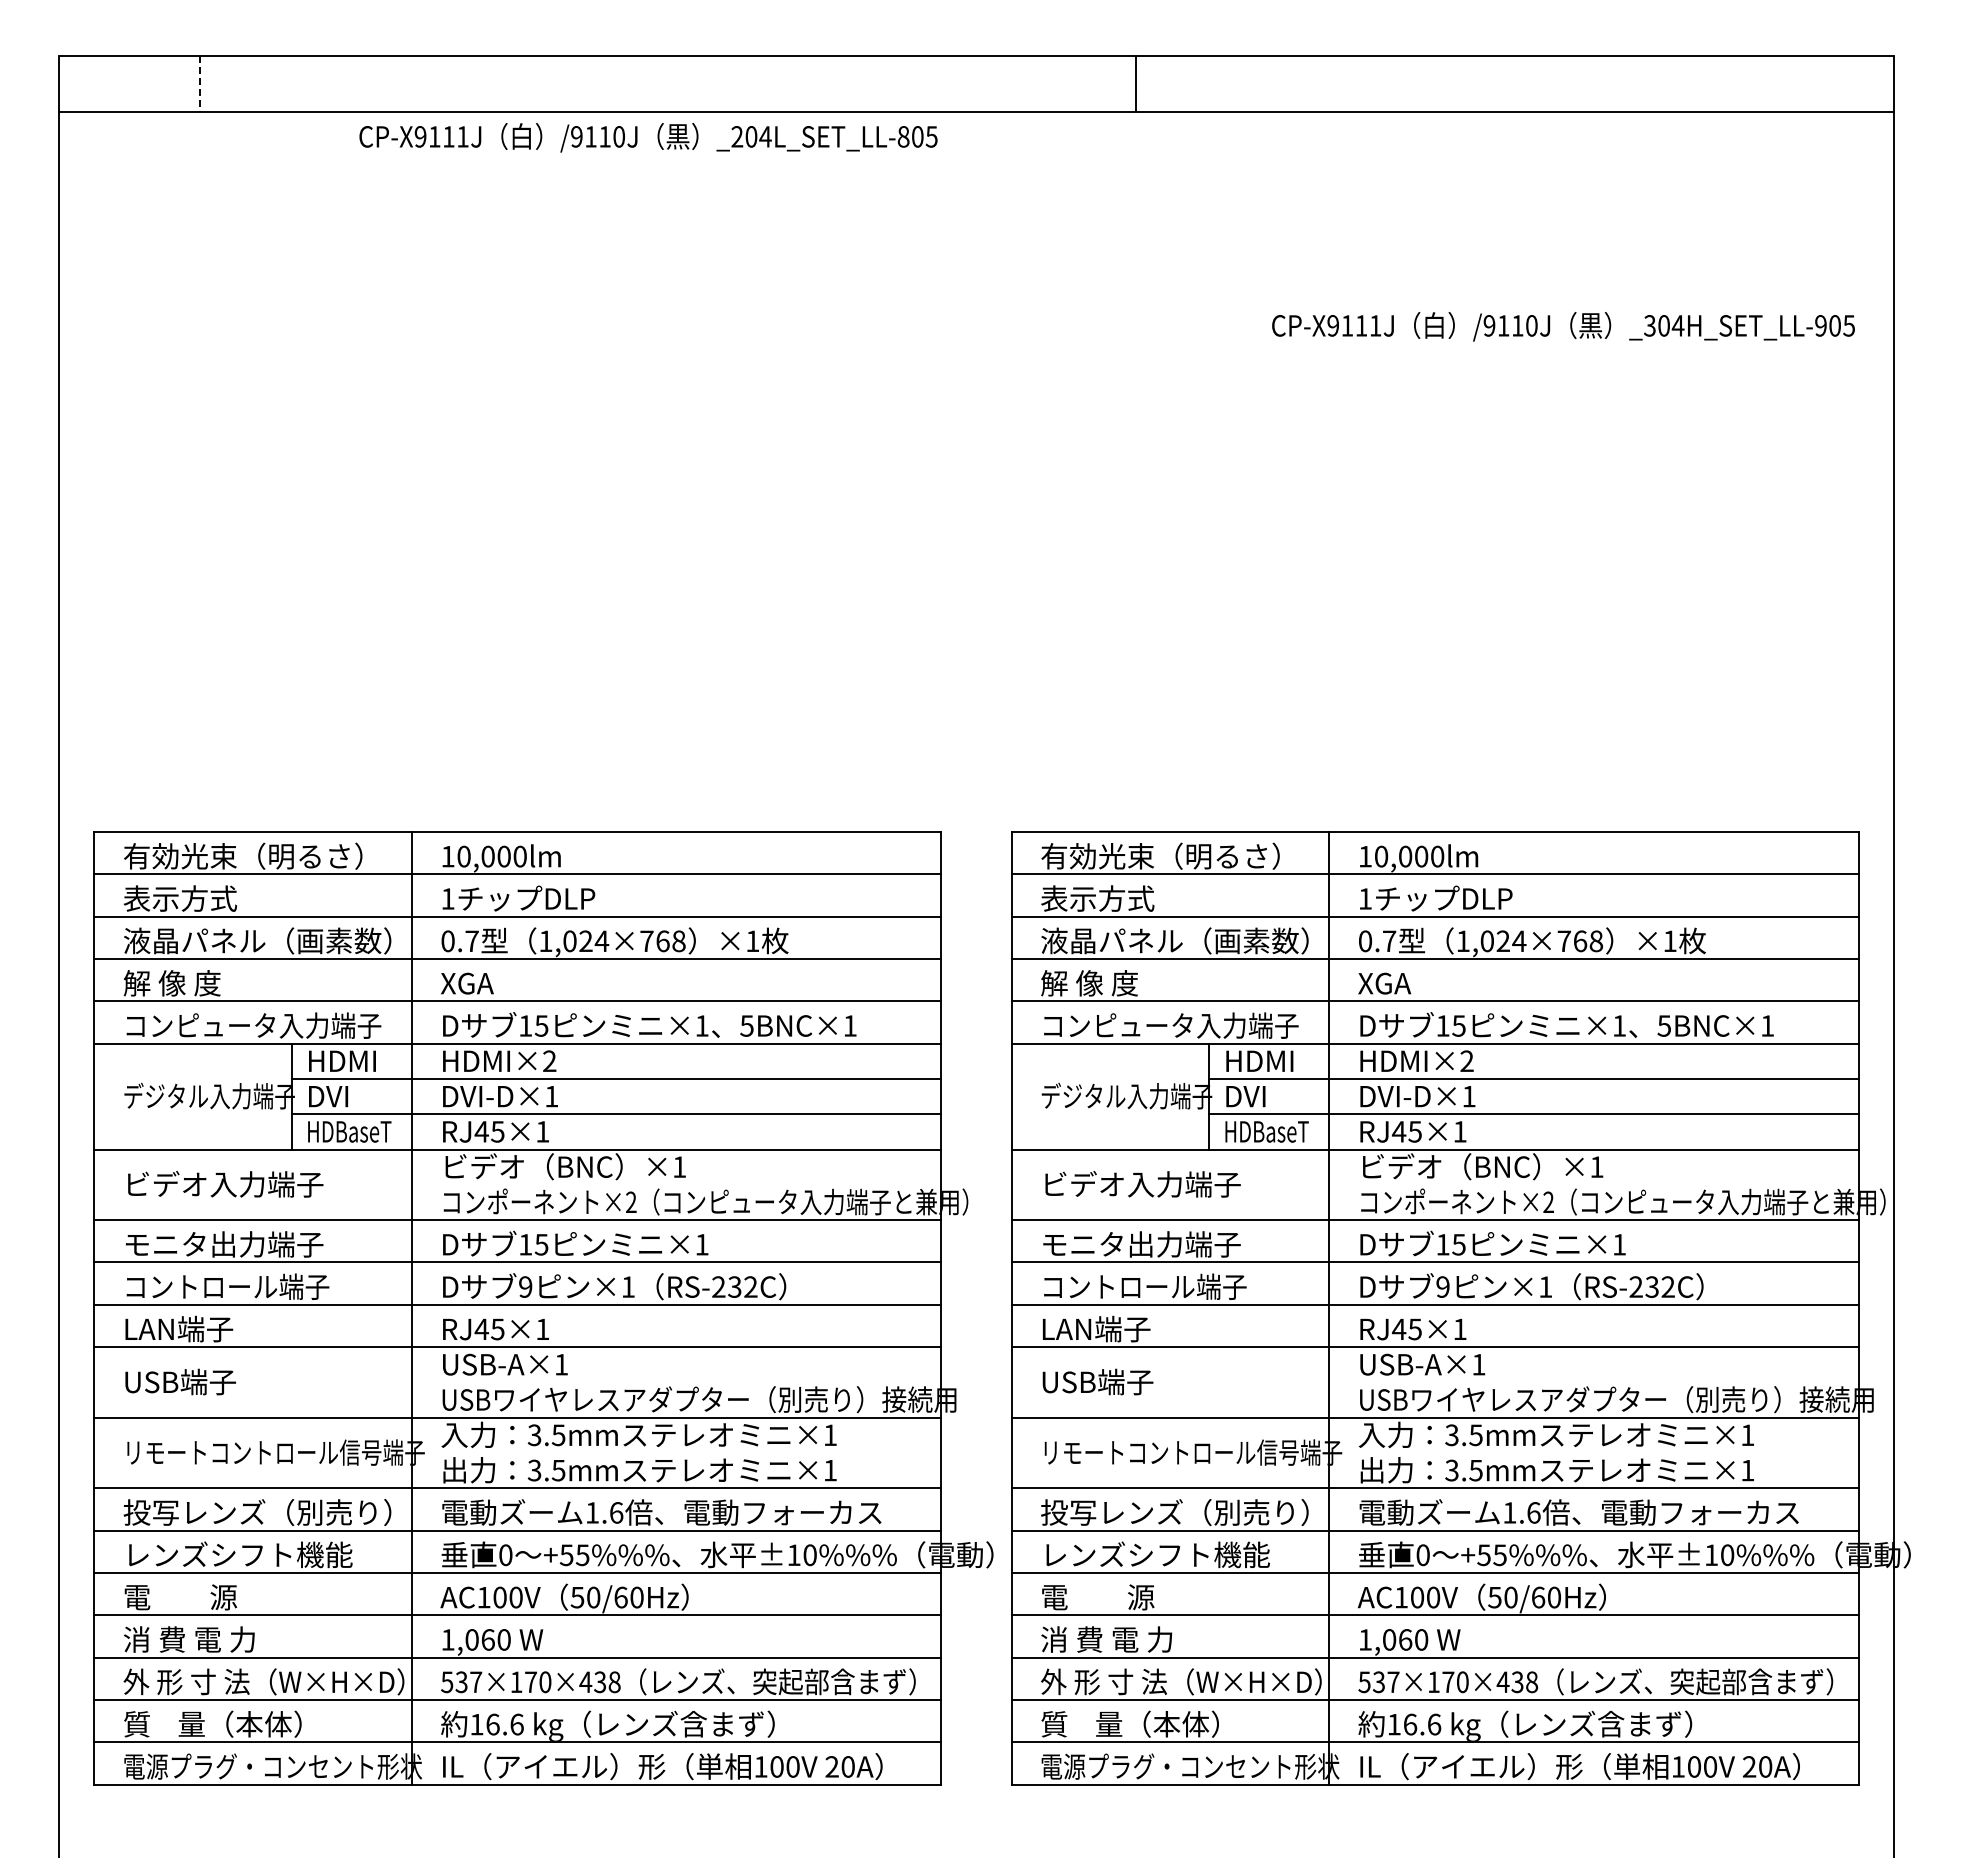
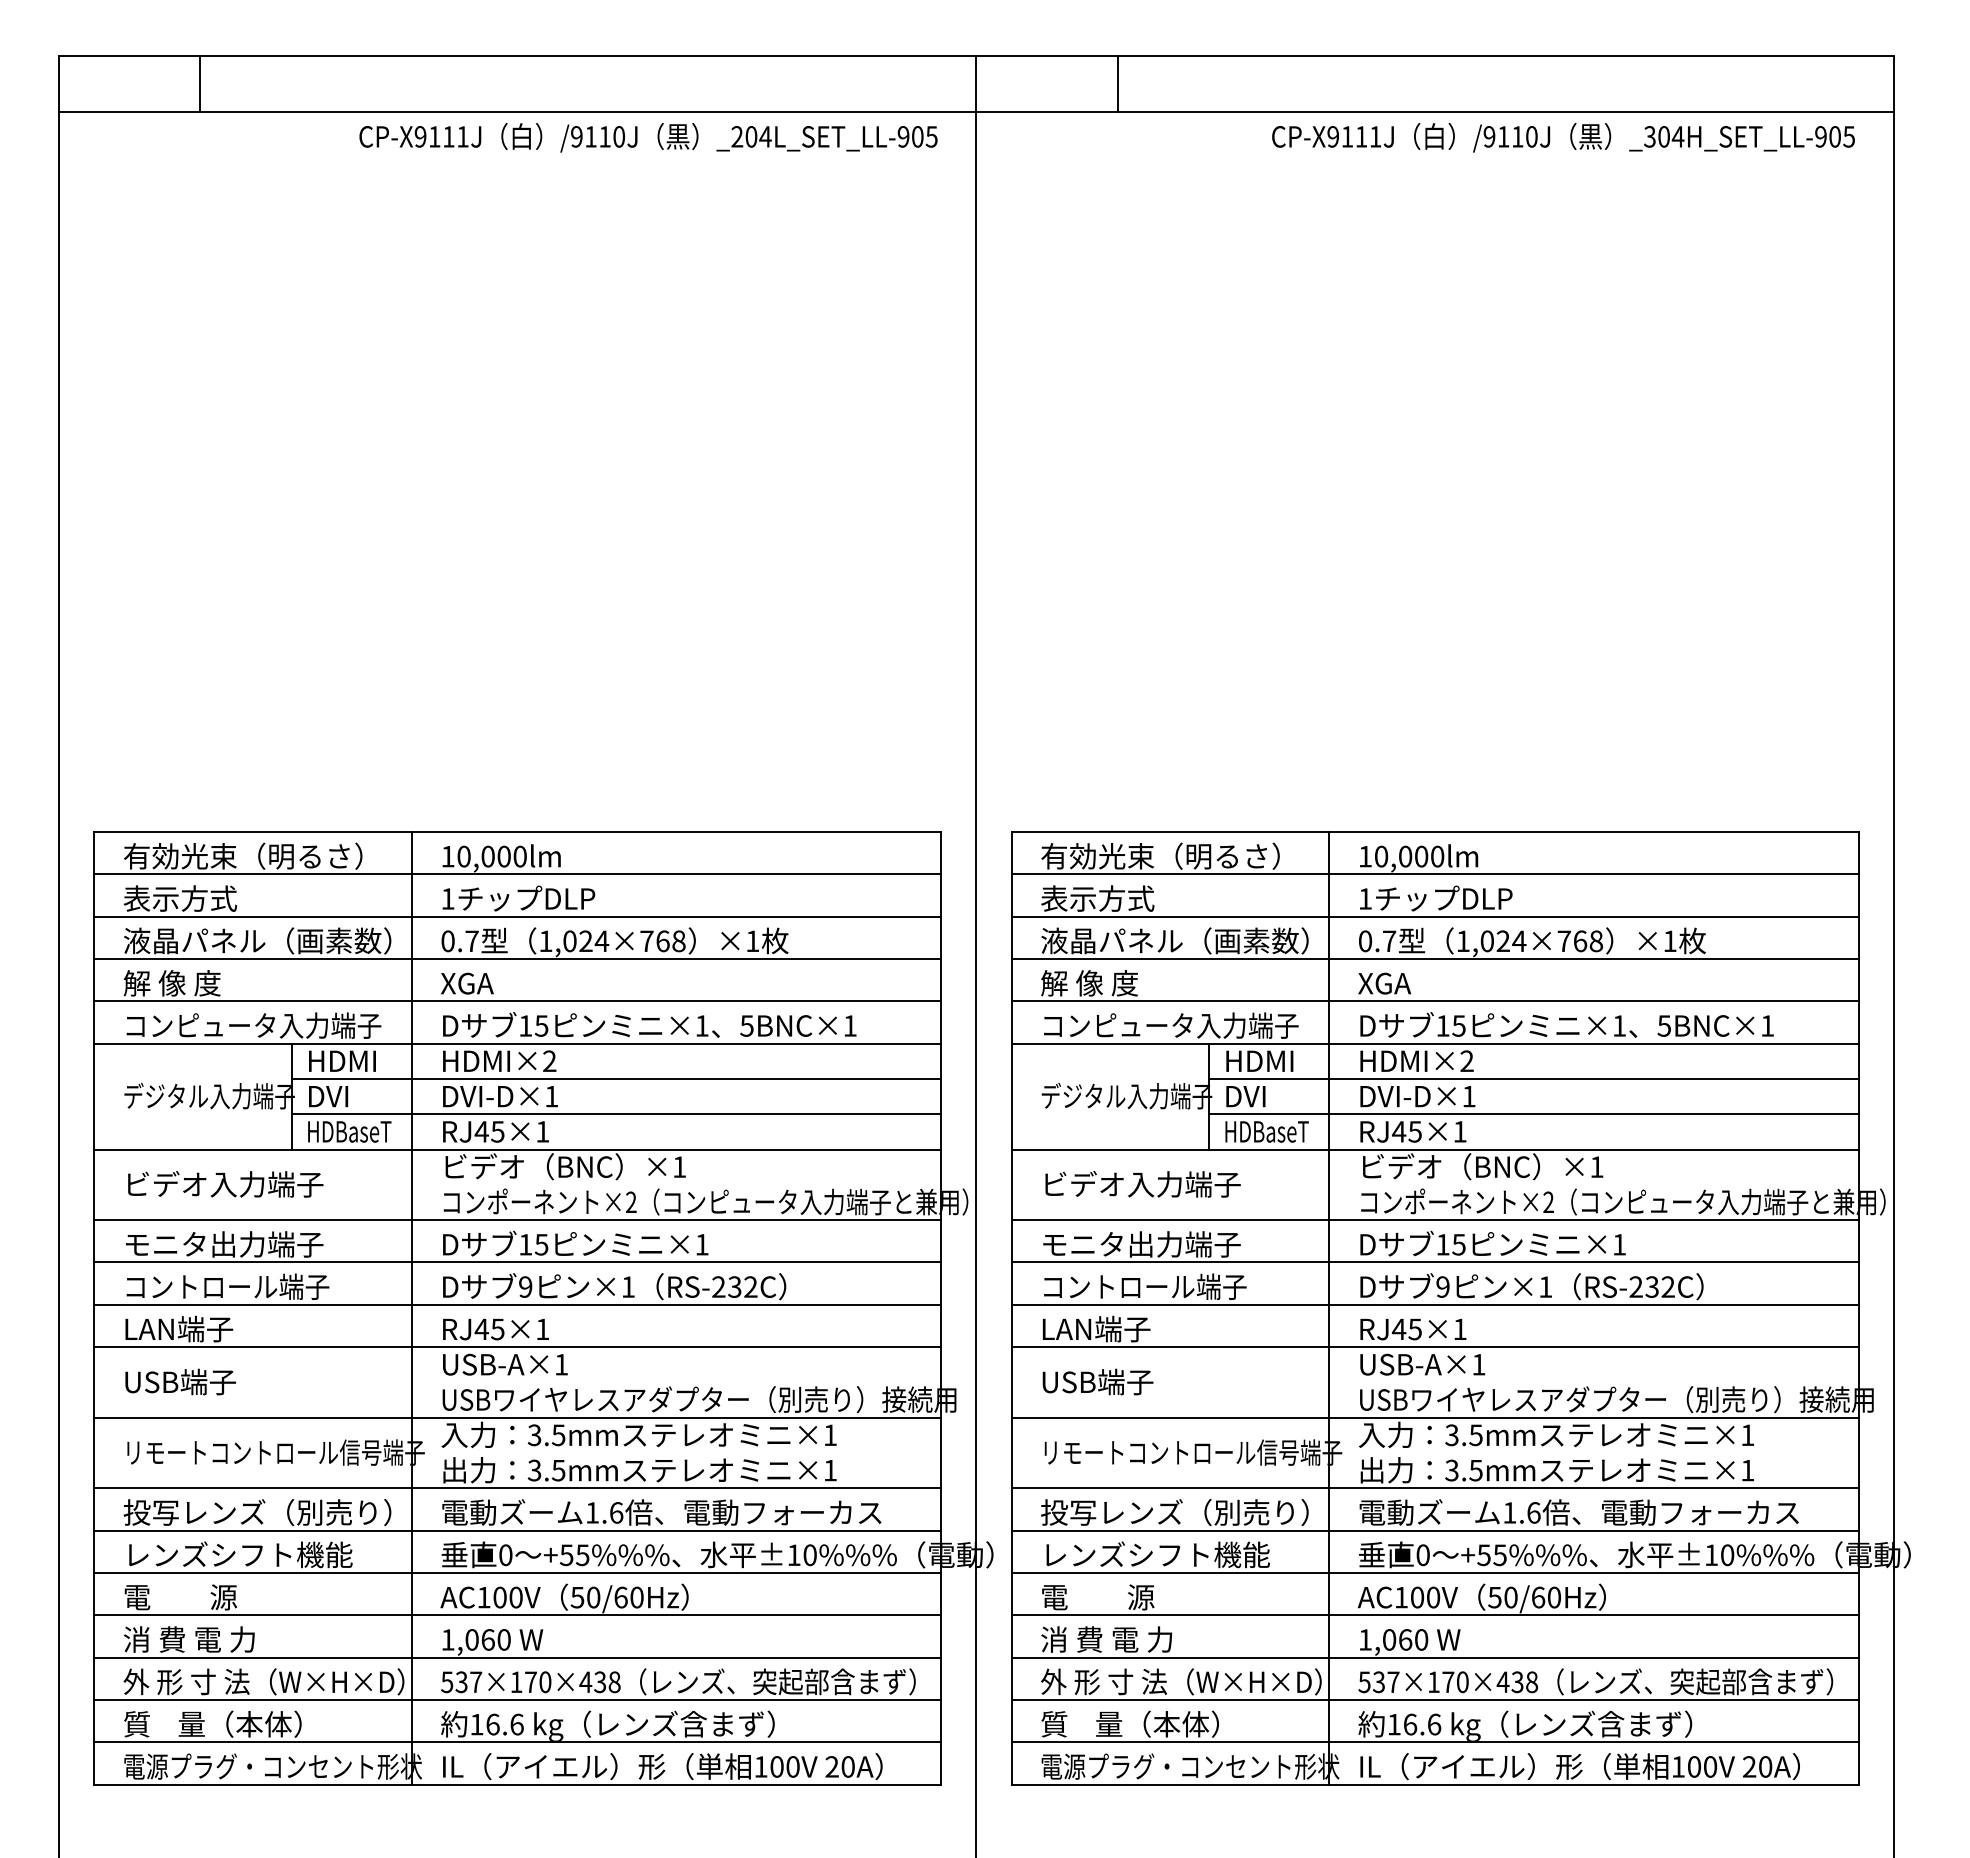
line at (1135, 83) position: (1135, 83) -> (1117, 83)
line at (200, 84): dashed -> solid
text at (903, 136): _204L_SET_LL-805 -> _204L_SET_LL-905
text at (1563, 326) position: (1563, 326) -> (1563, 137)
line at (976, 954): none -> present
